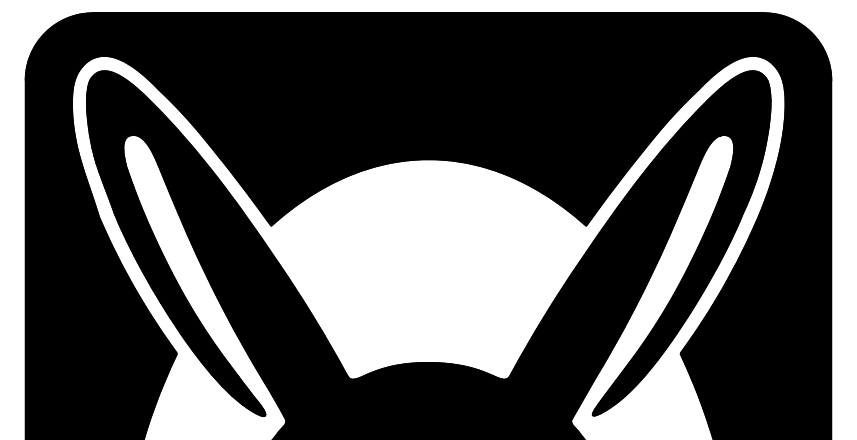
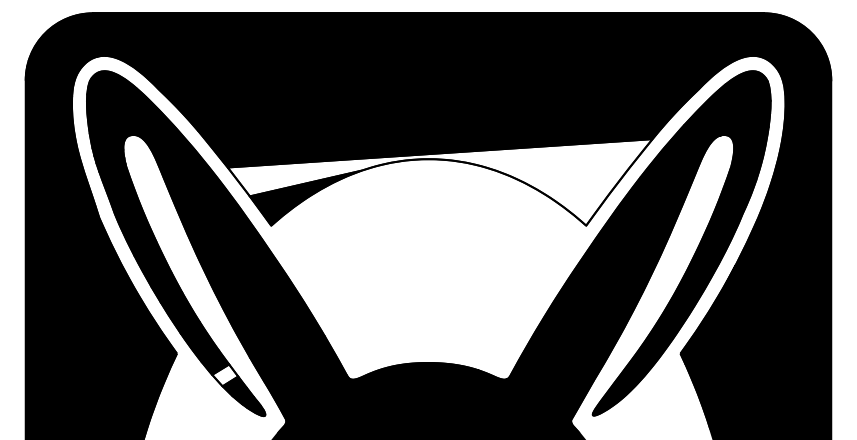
fill at (439, 182): present -> none
fill at (225, 375): present -> none
